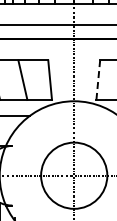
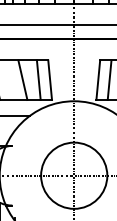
line at (38, 79): none -> present
line at (109, 79): none -> present
line at (98, 80): dashed -> solid
